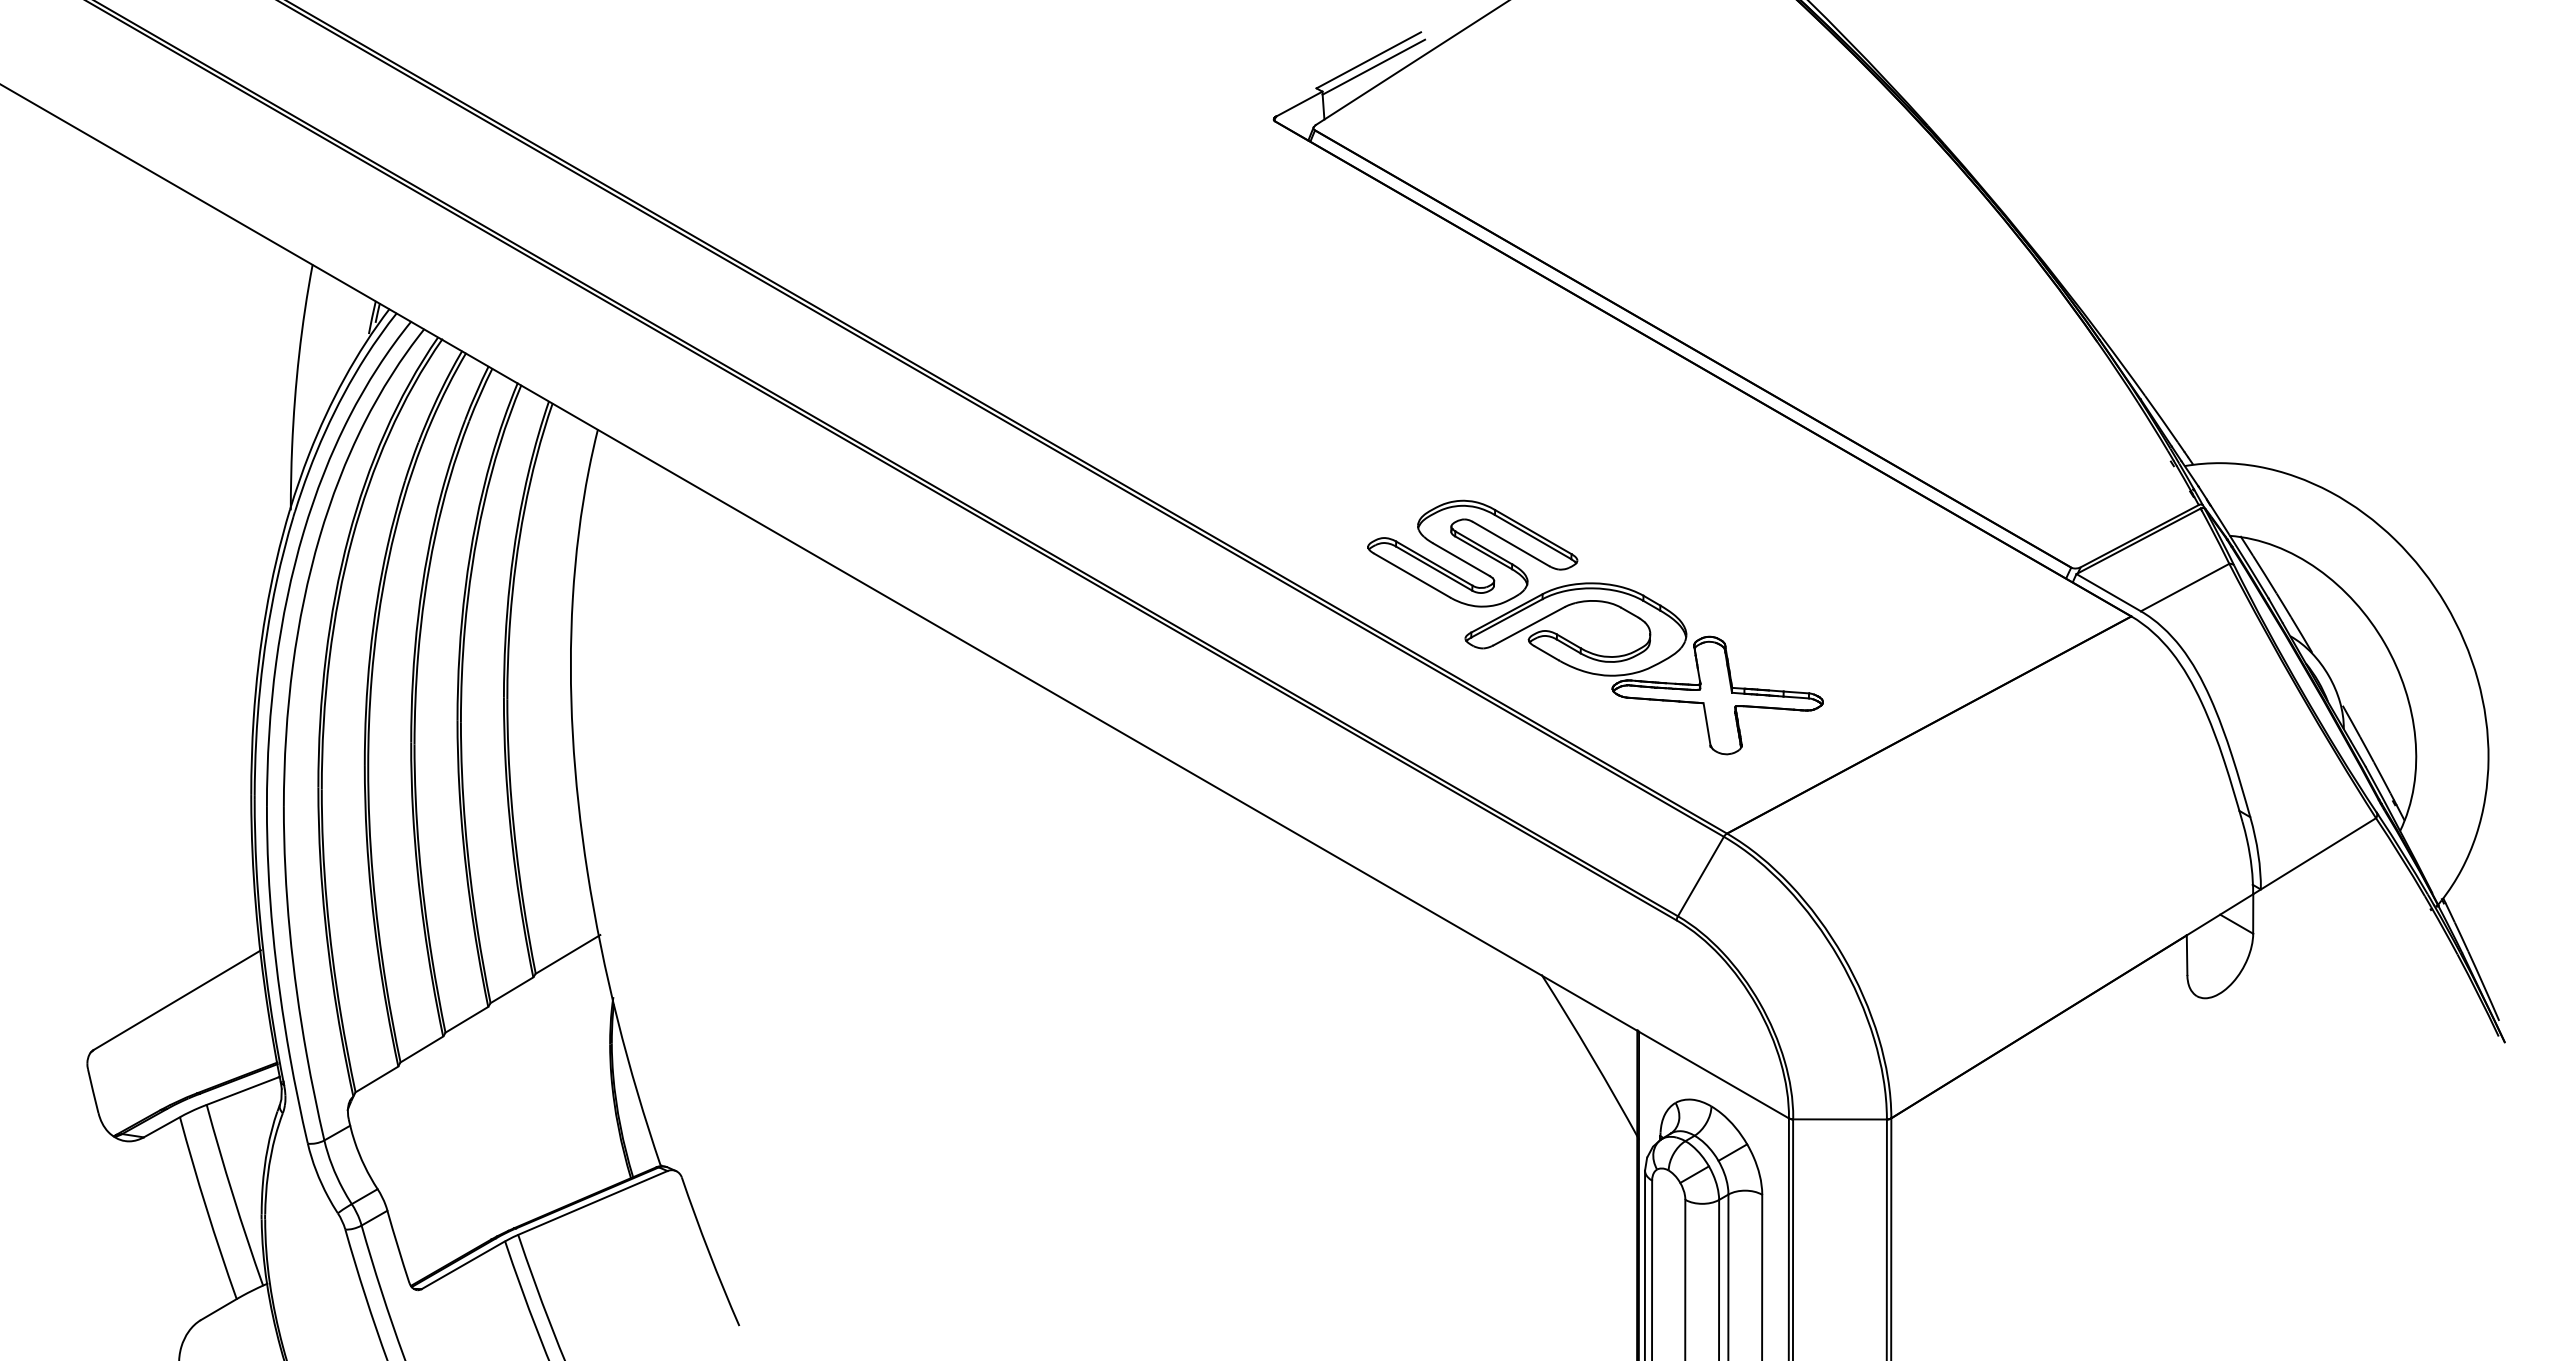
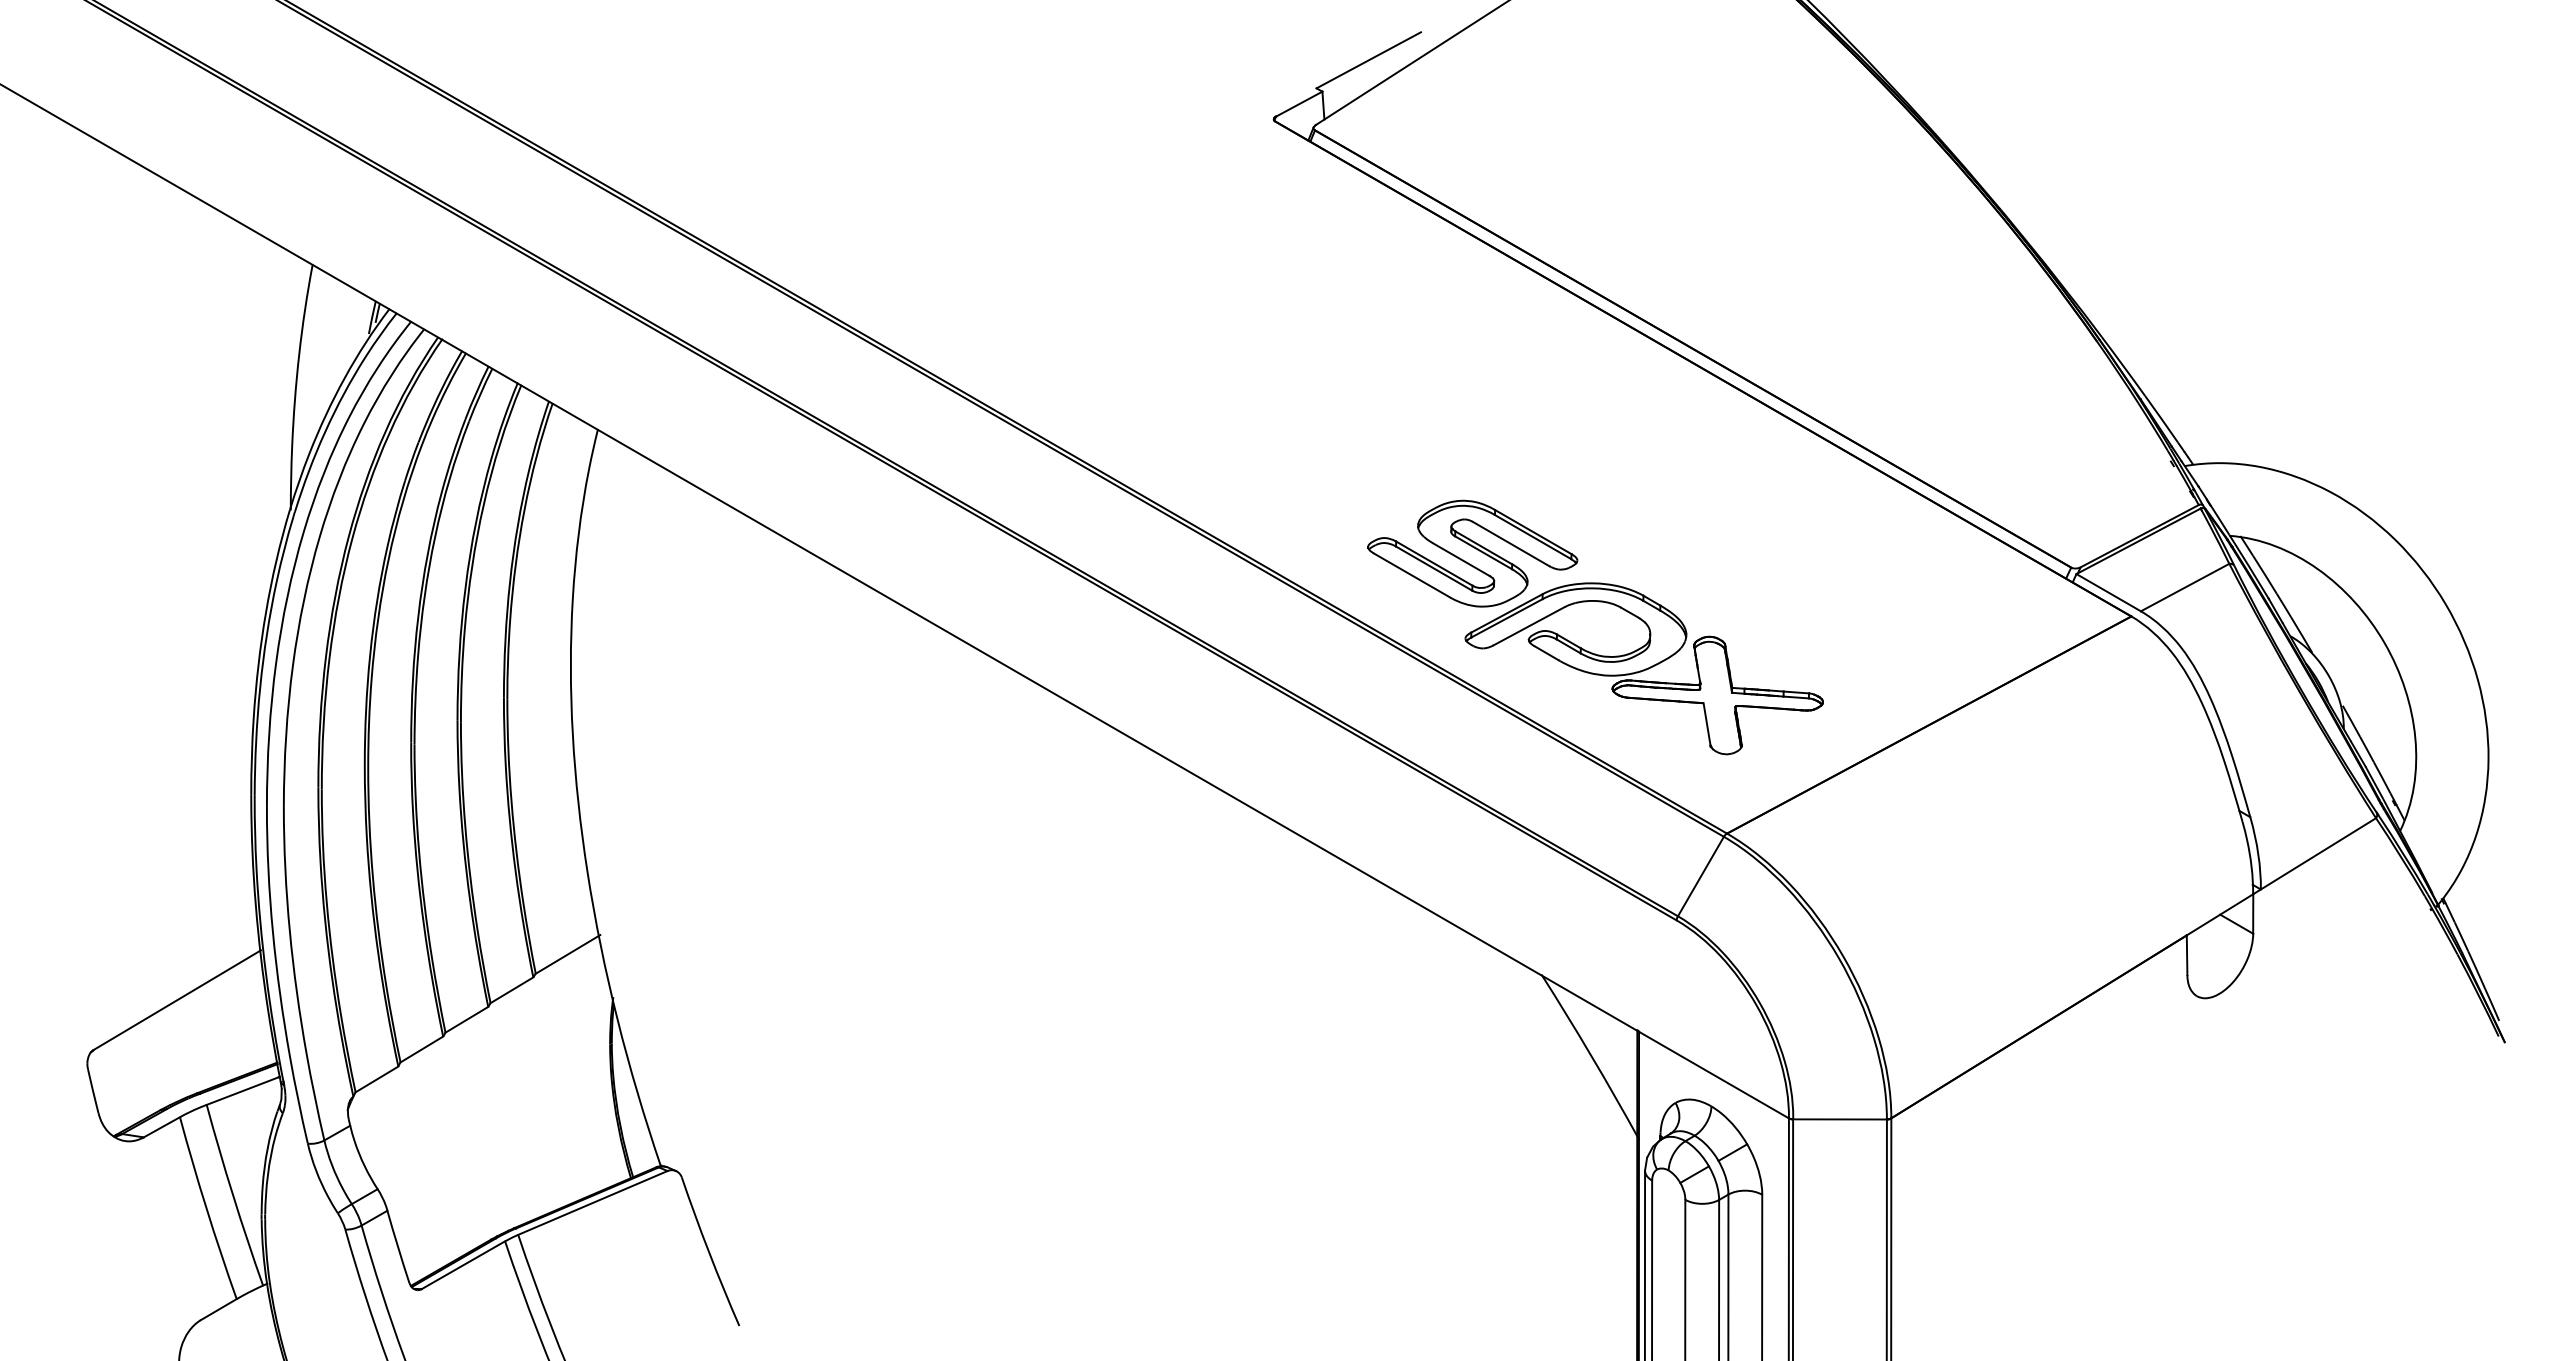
line at (1373, 66): present -> none
